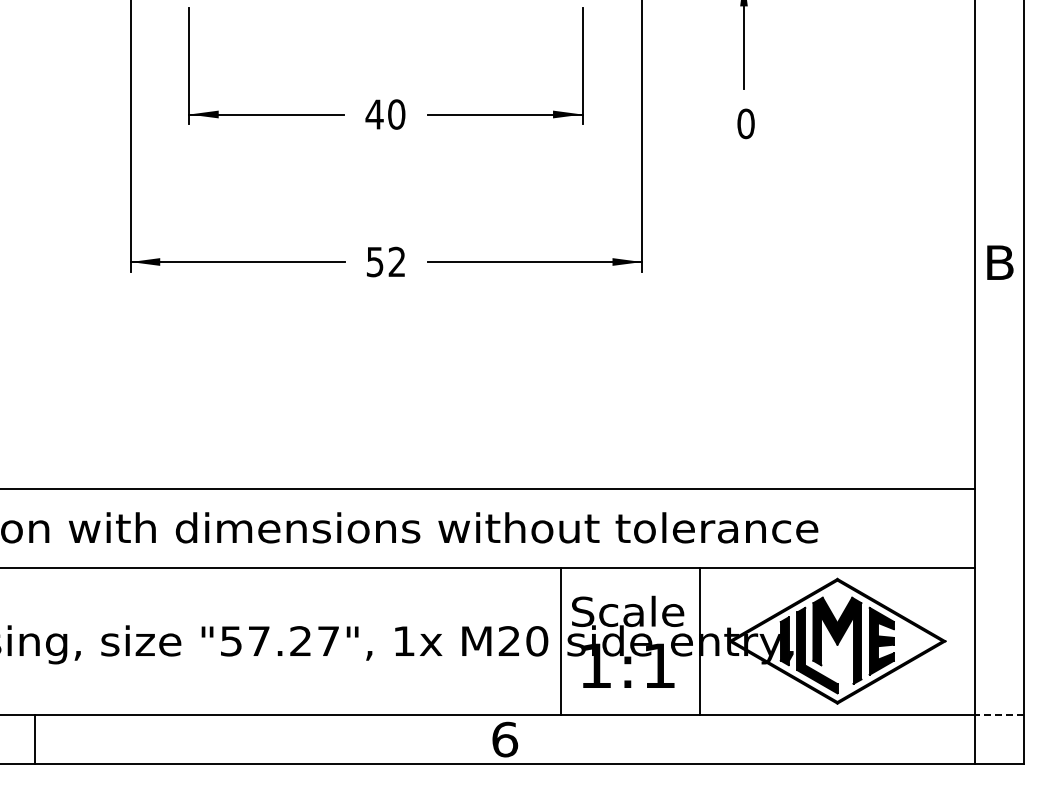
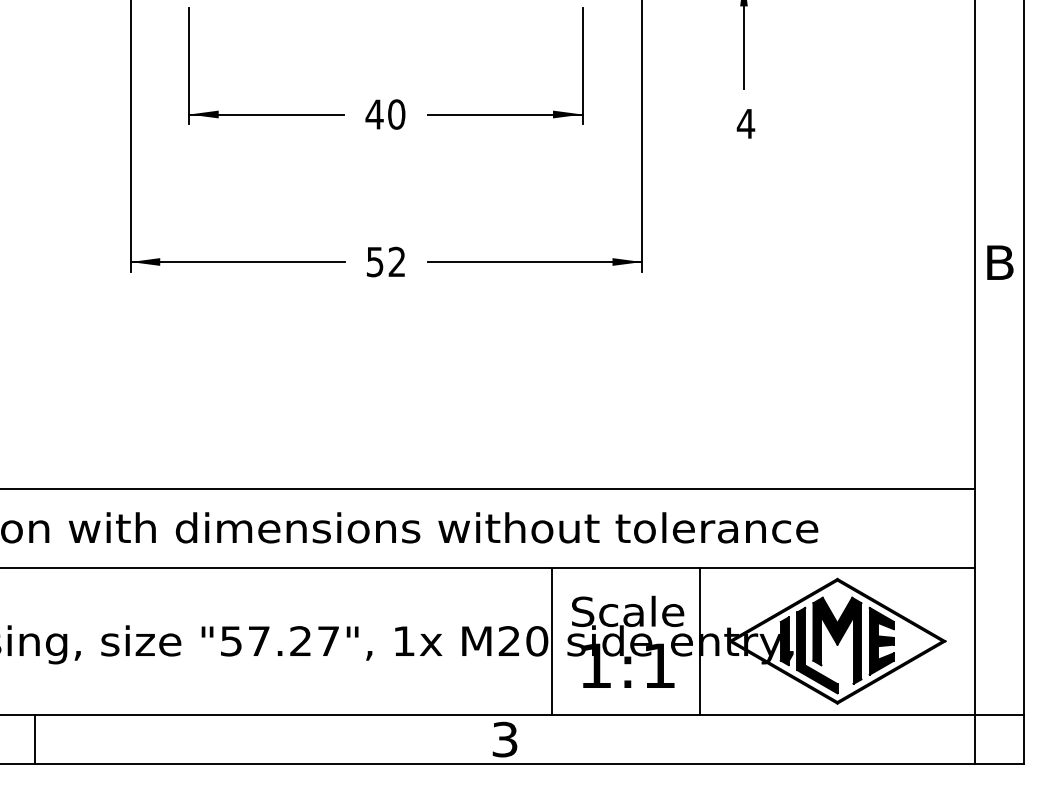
text at (745, 123): 0 -> 4
line at (561, 641) position: (561, 641) -> (552, 641)
line at (999, 715): dashed -> solid
text at (505, 739): 6 -> 3
